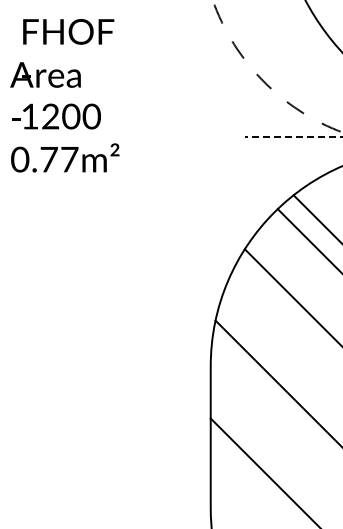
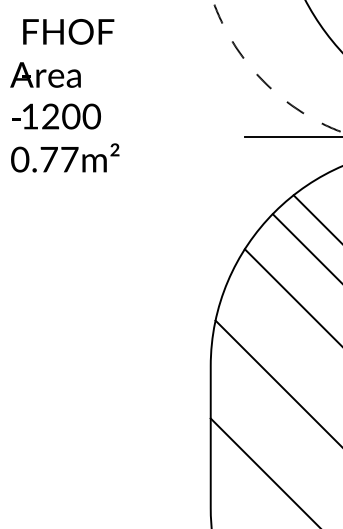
line at (293, 136): dashed -> solid
line at (308, 239) position: (308, 239) -> (305, 247)
